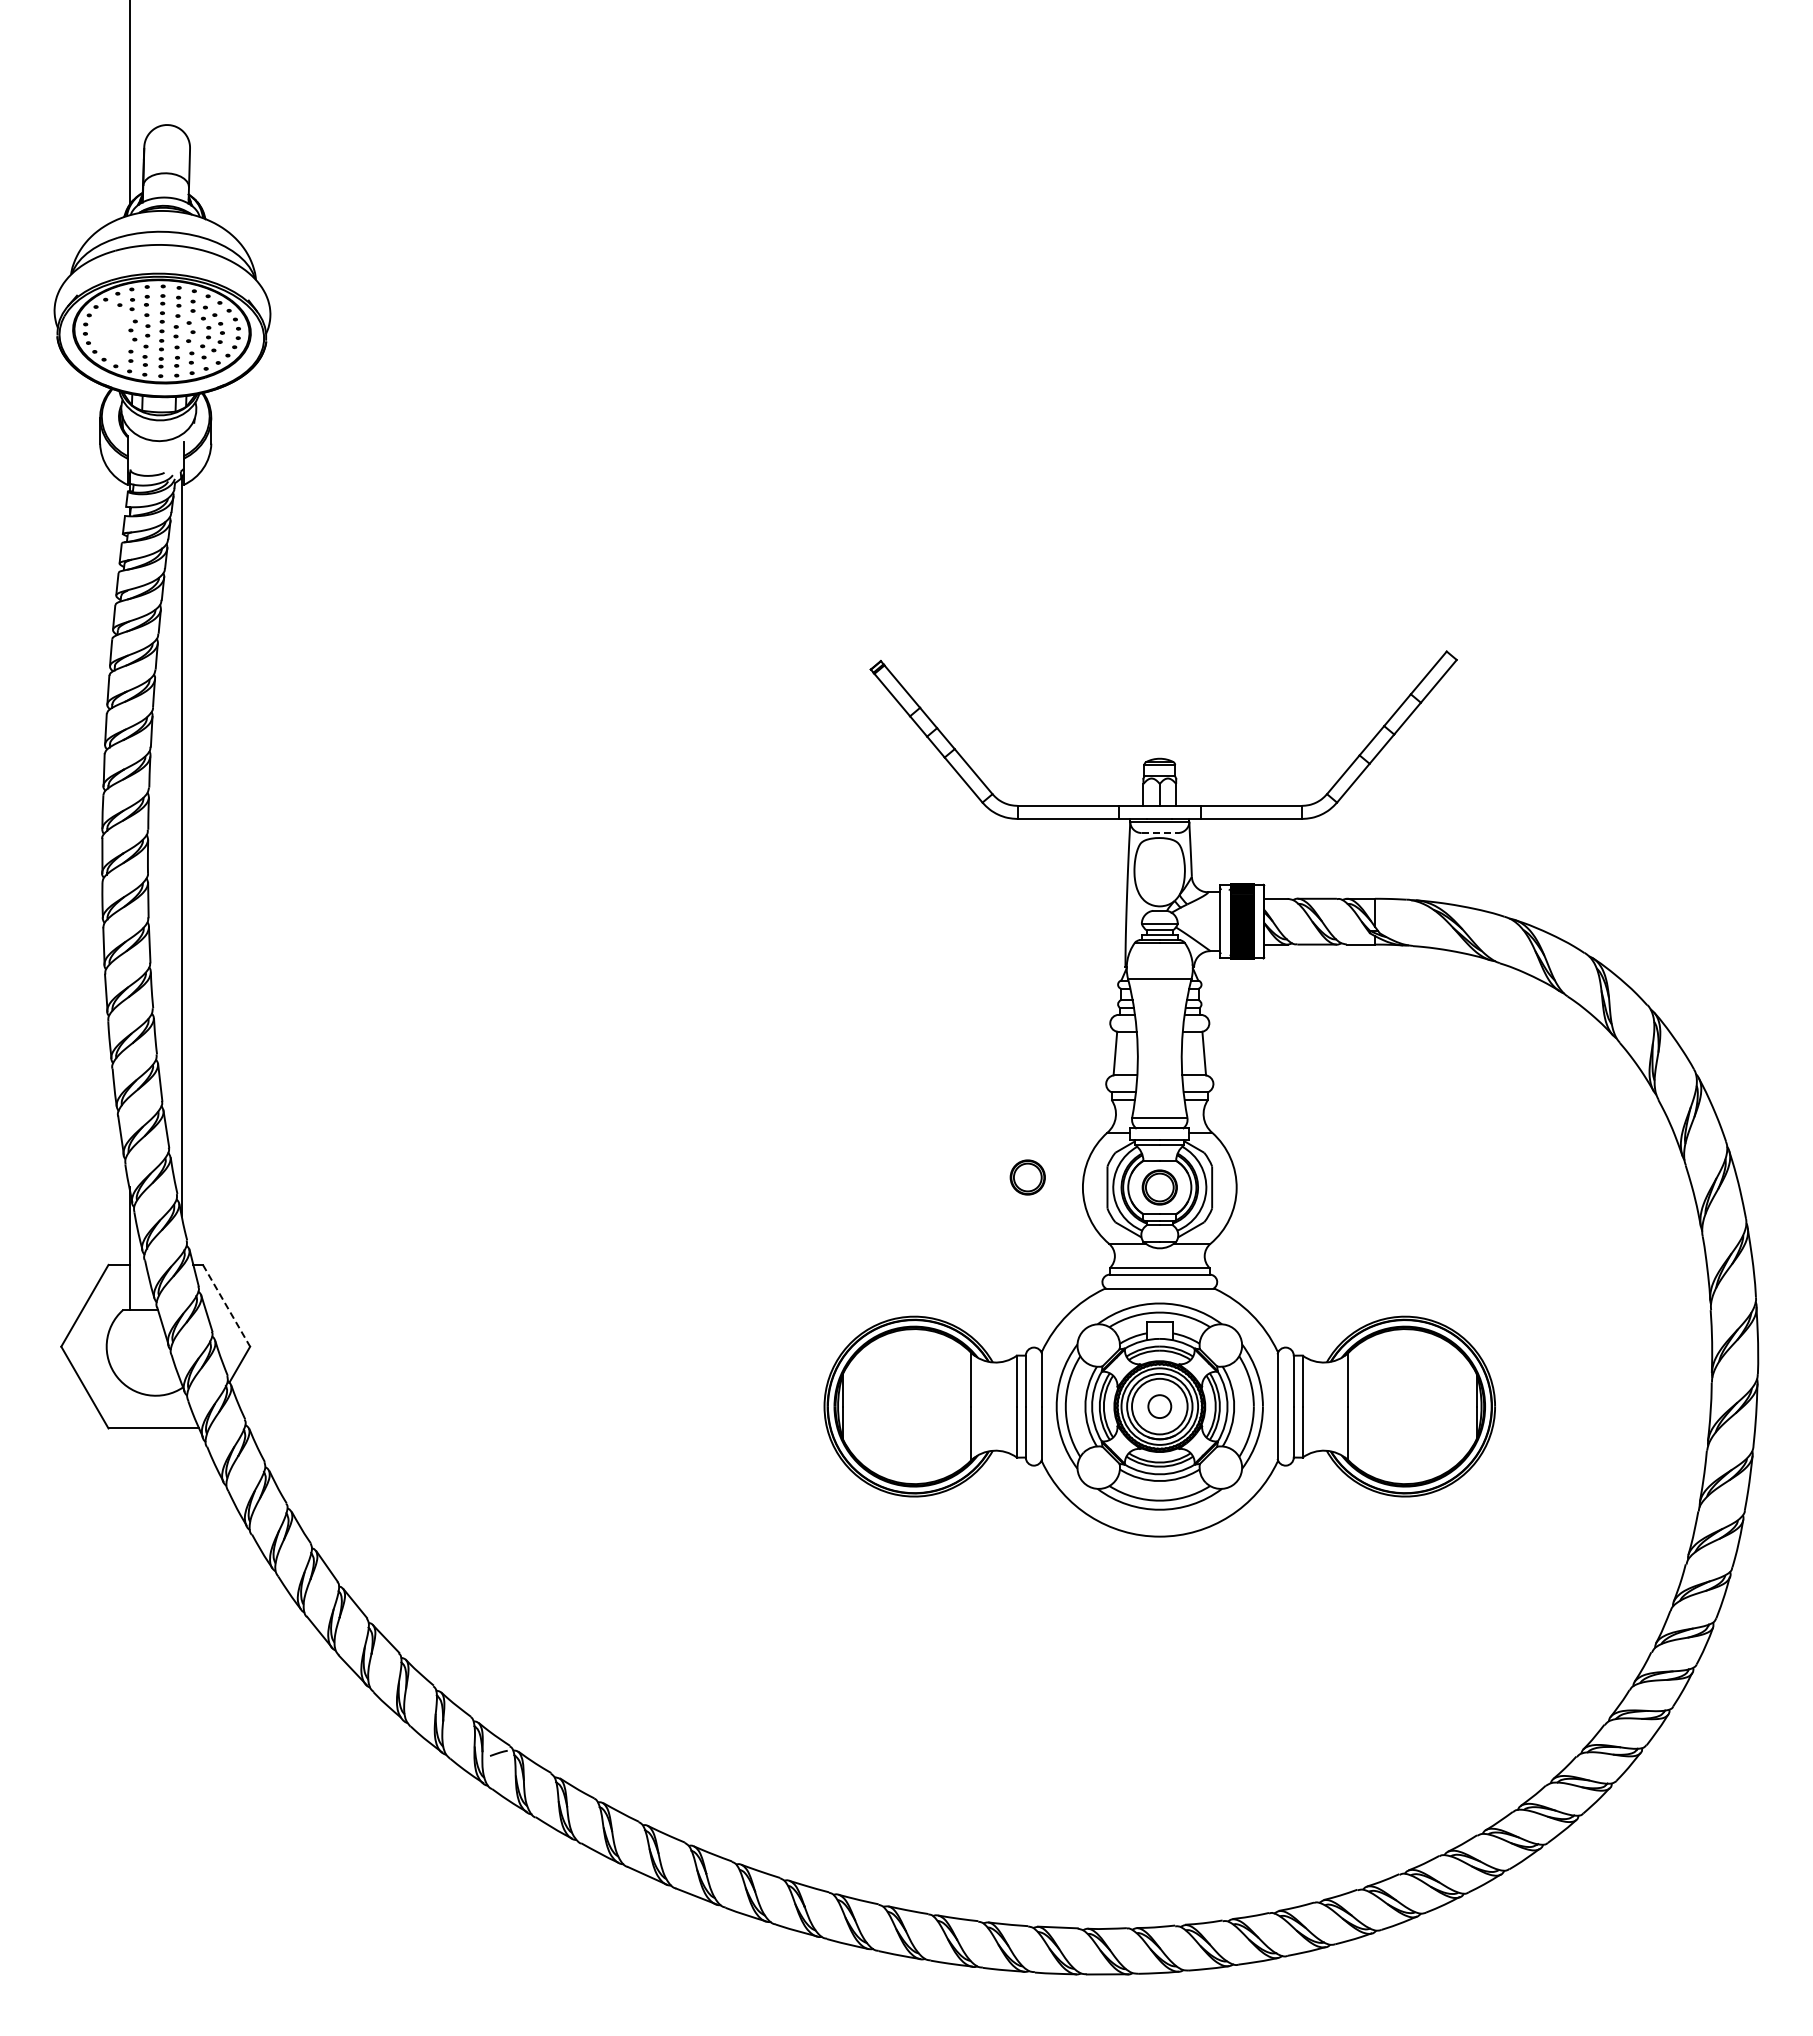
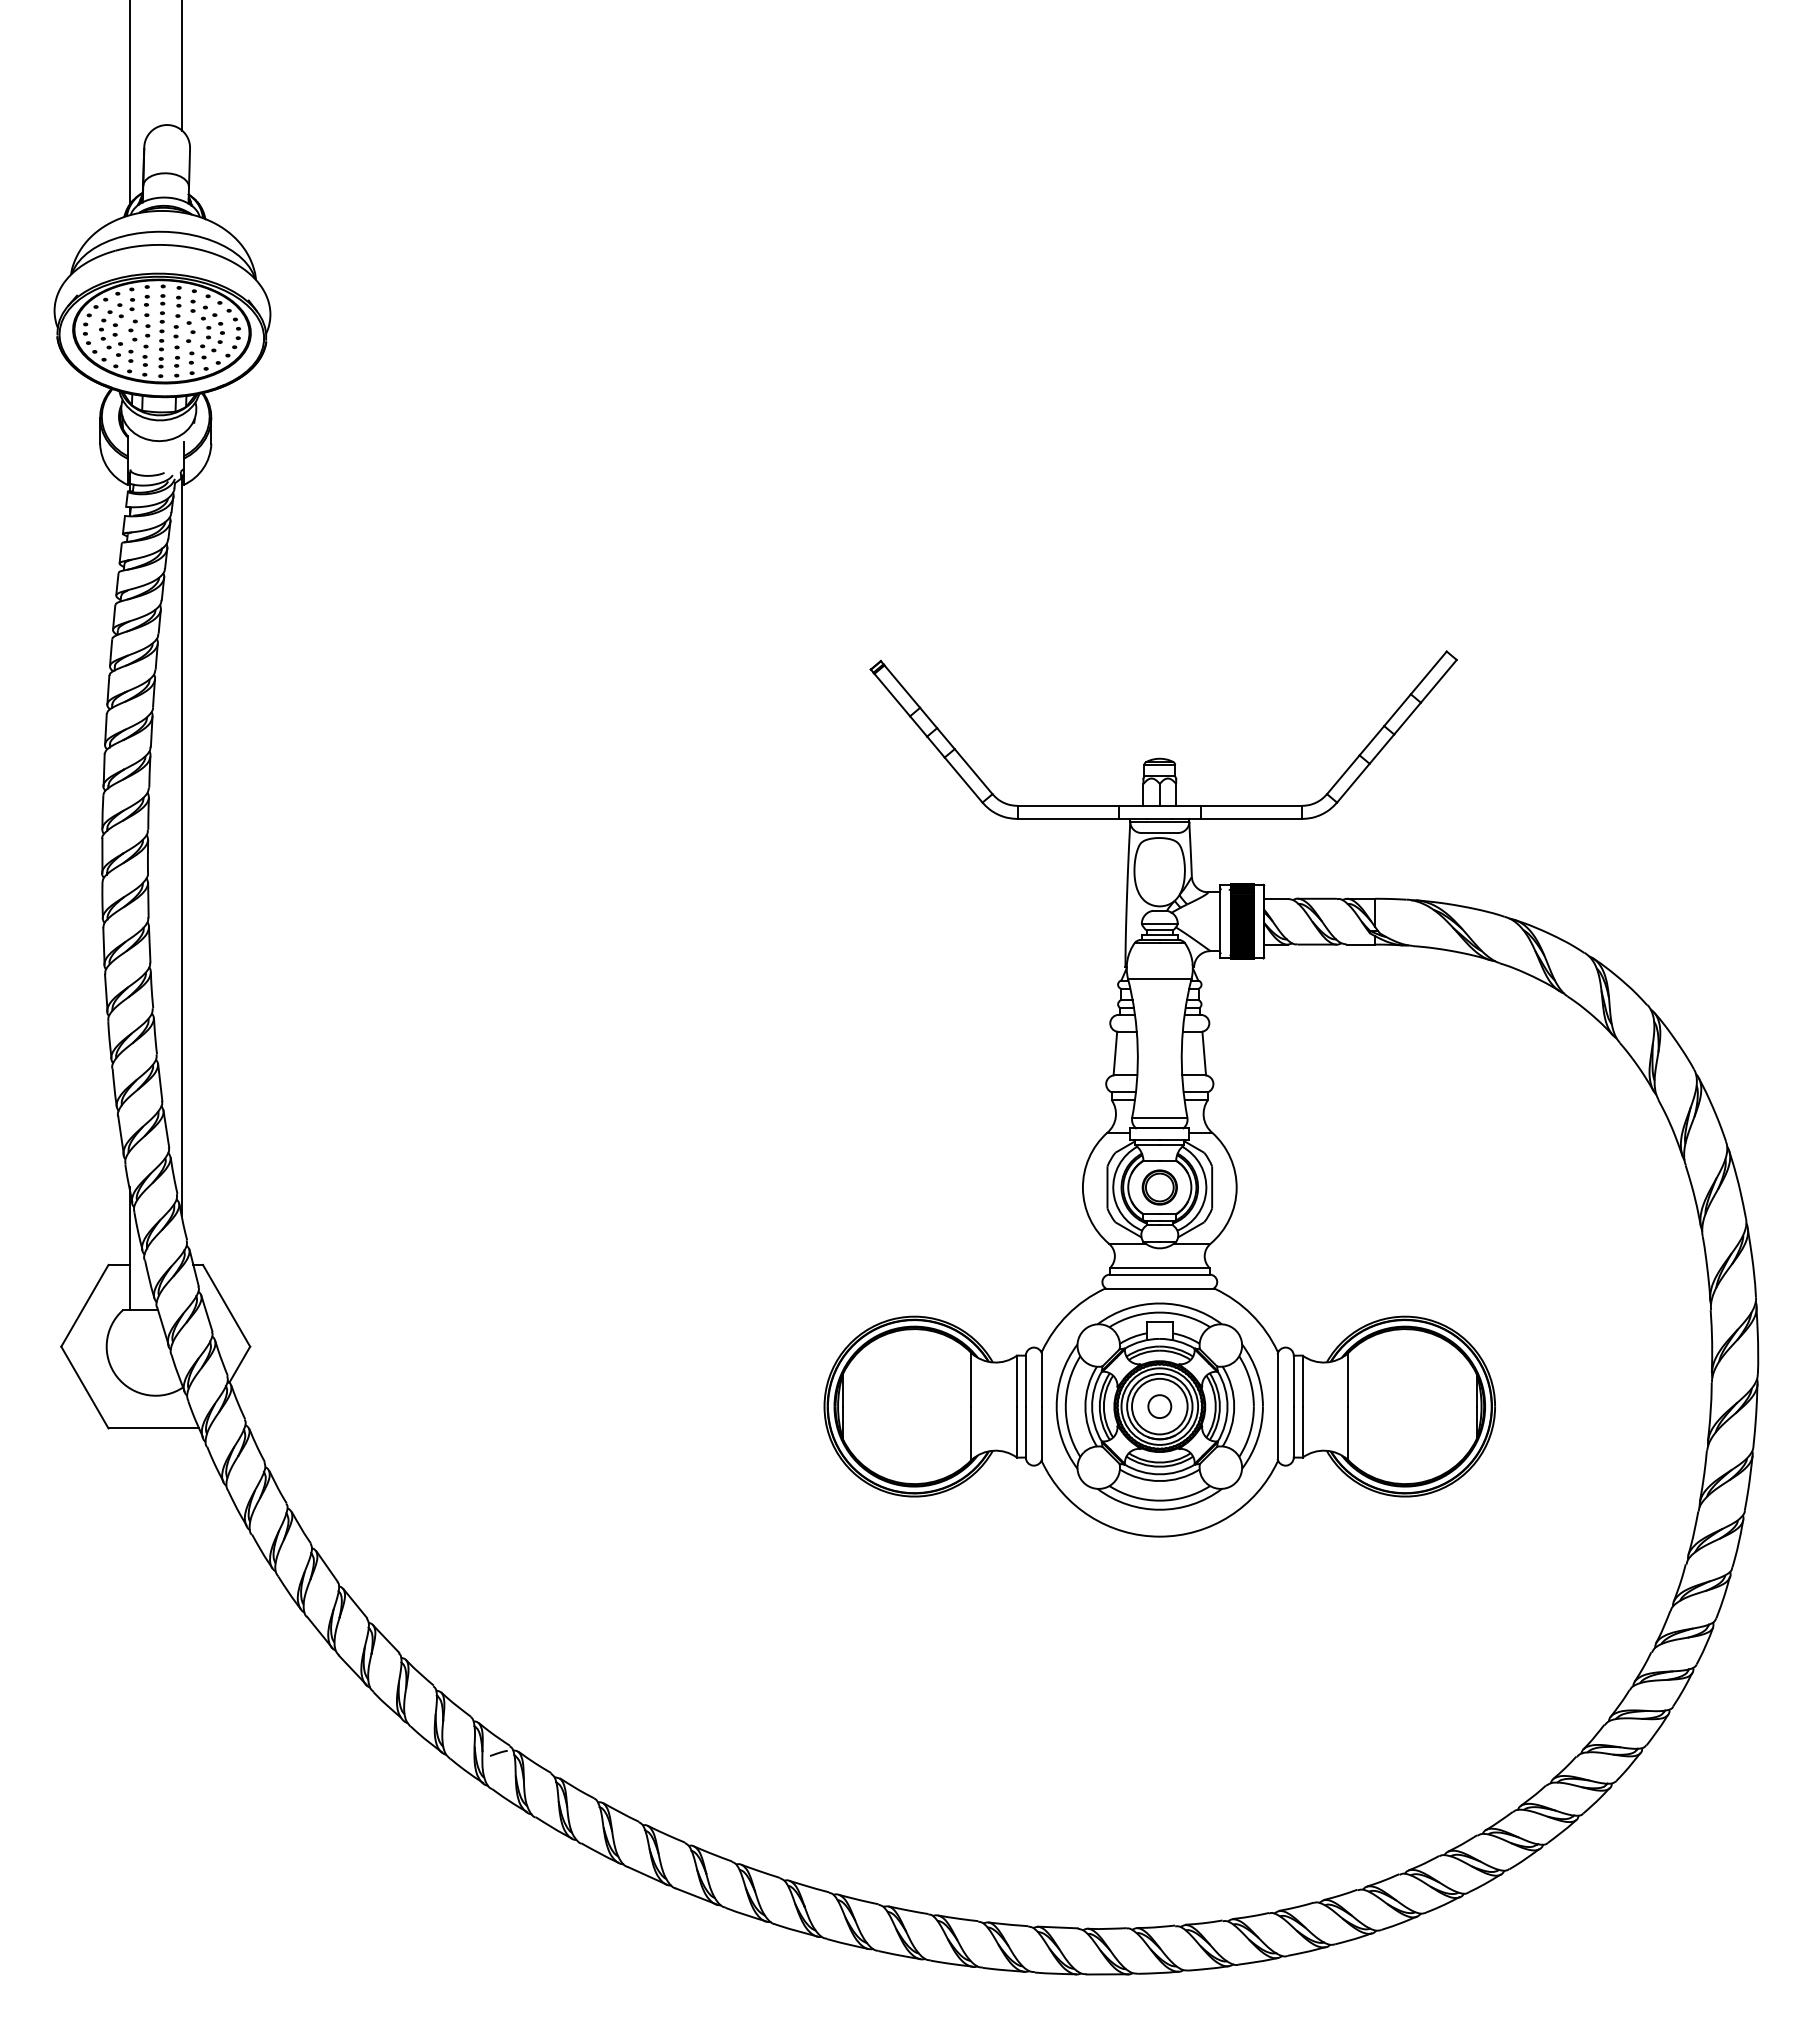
line at (181, 66): none -> present
part at (111, 333): none -> present
line at (1160, 833): dashed -> solid
part at (1027, 1177): present -> none
line at (226, 1306): dashed -> solid
